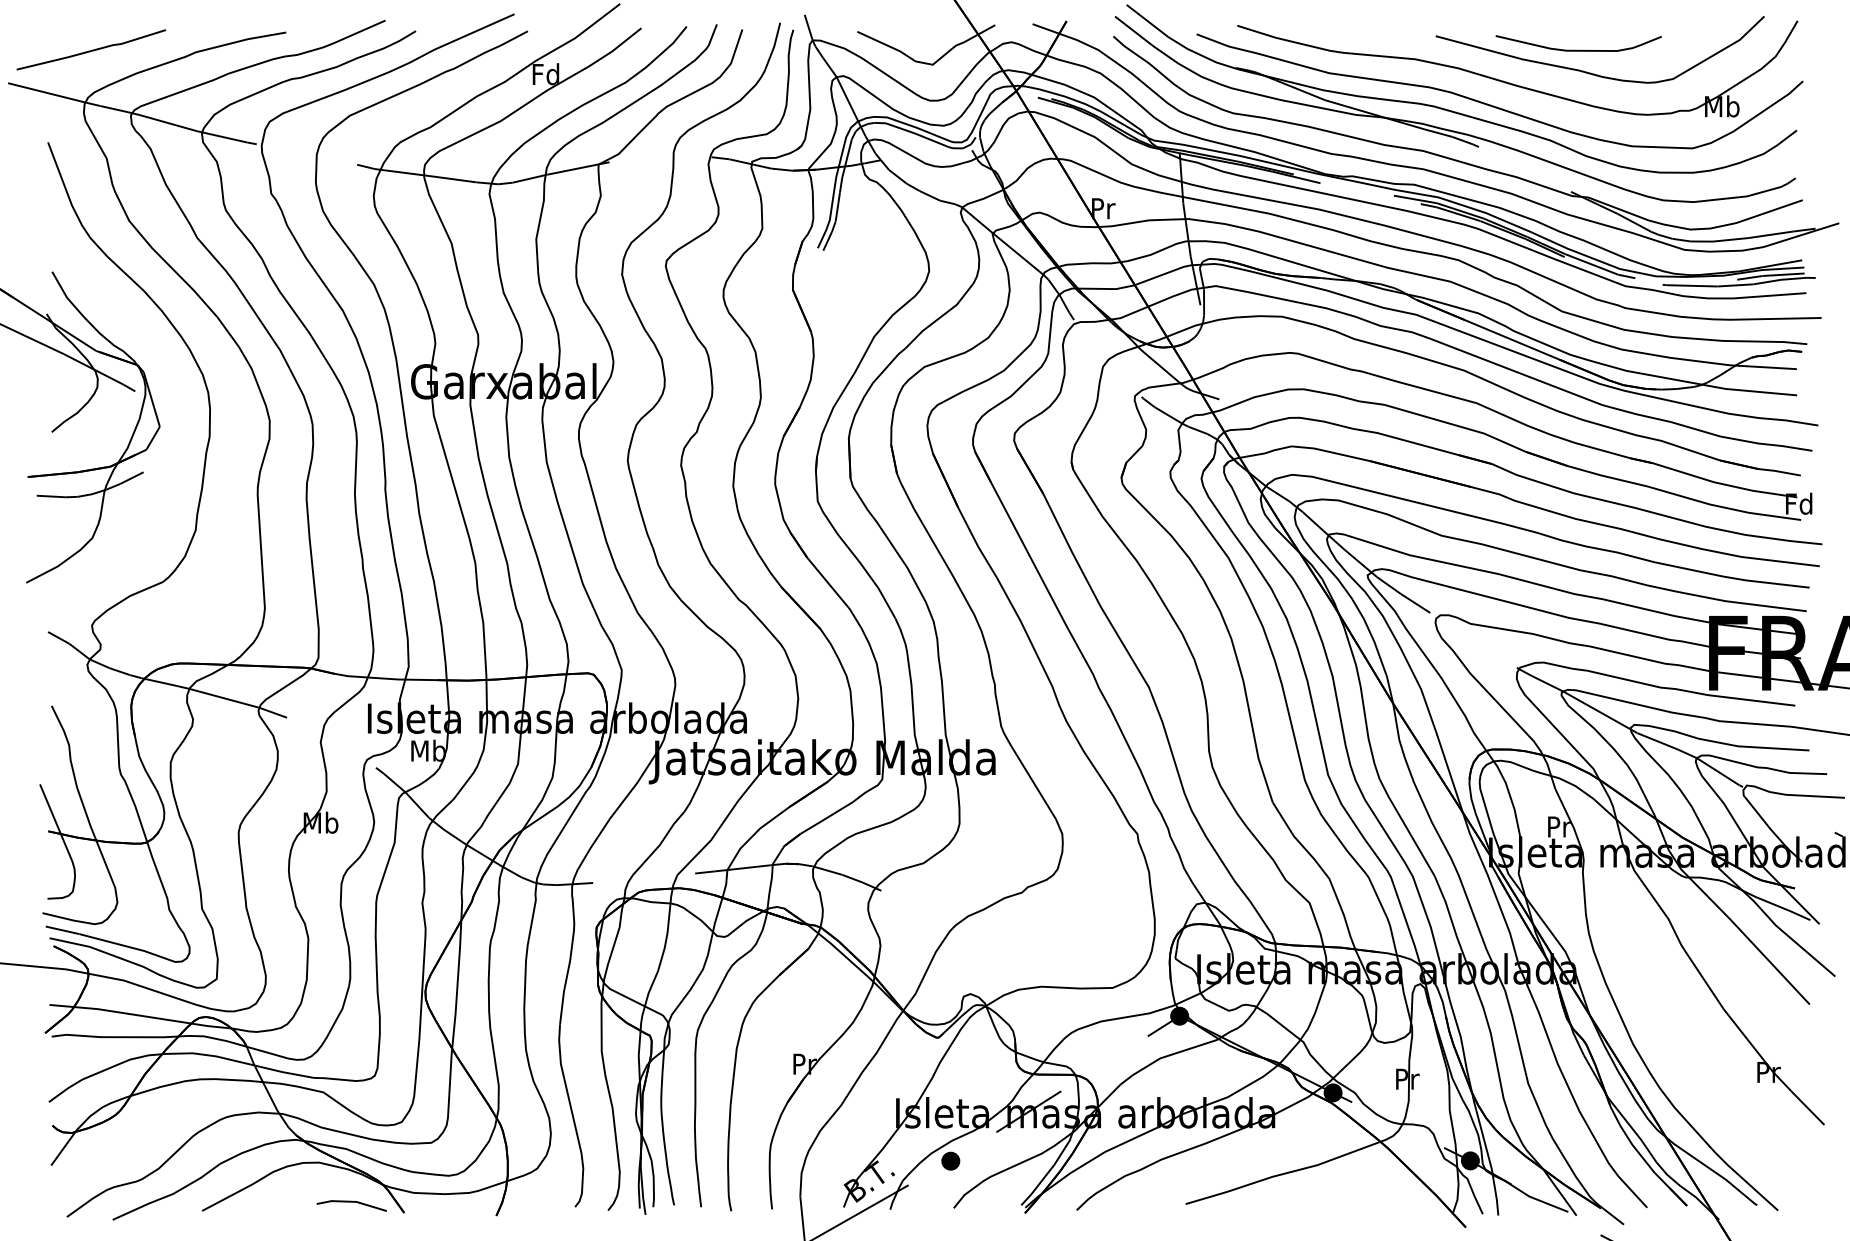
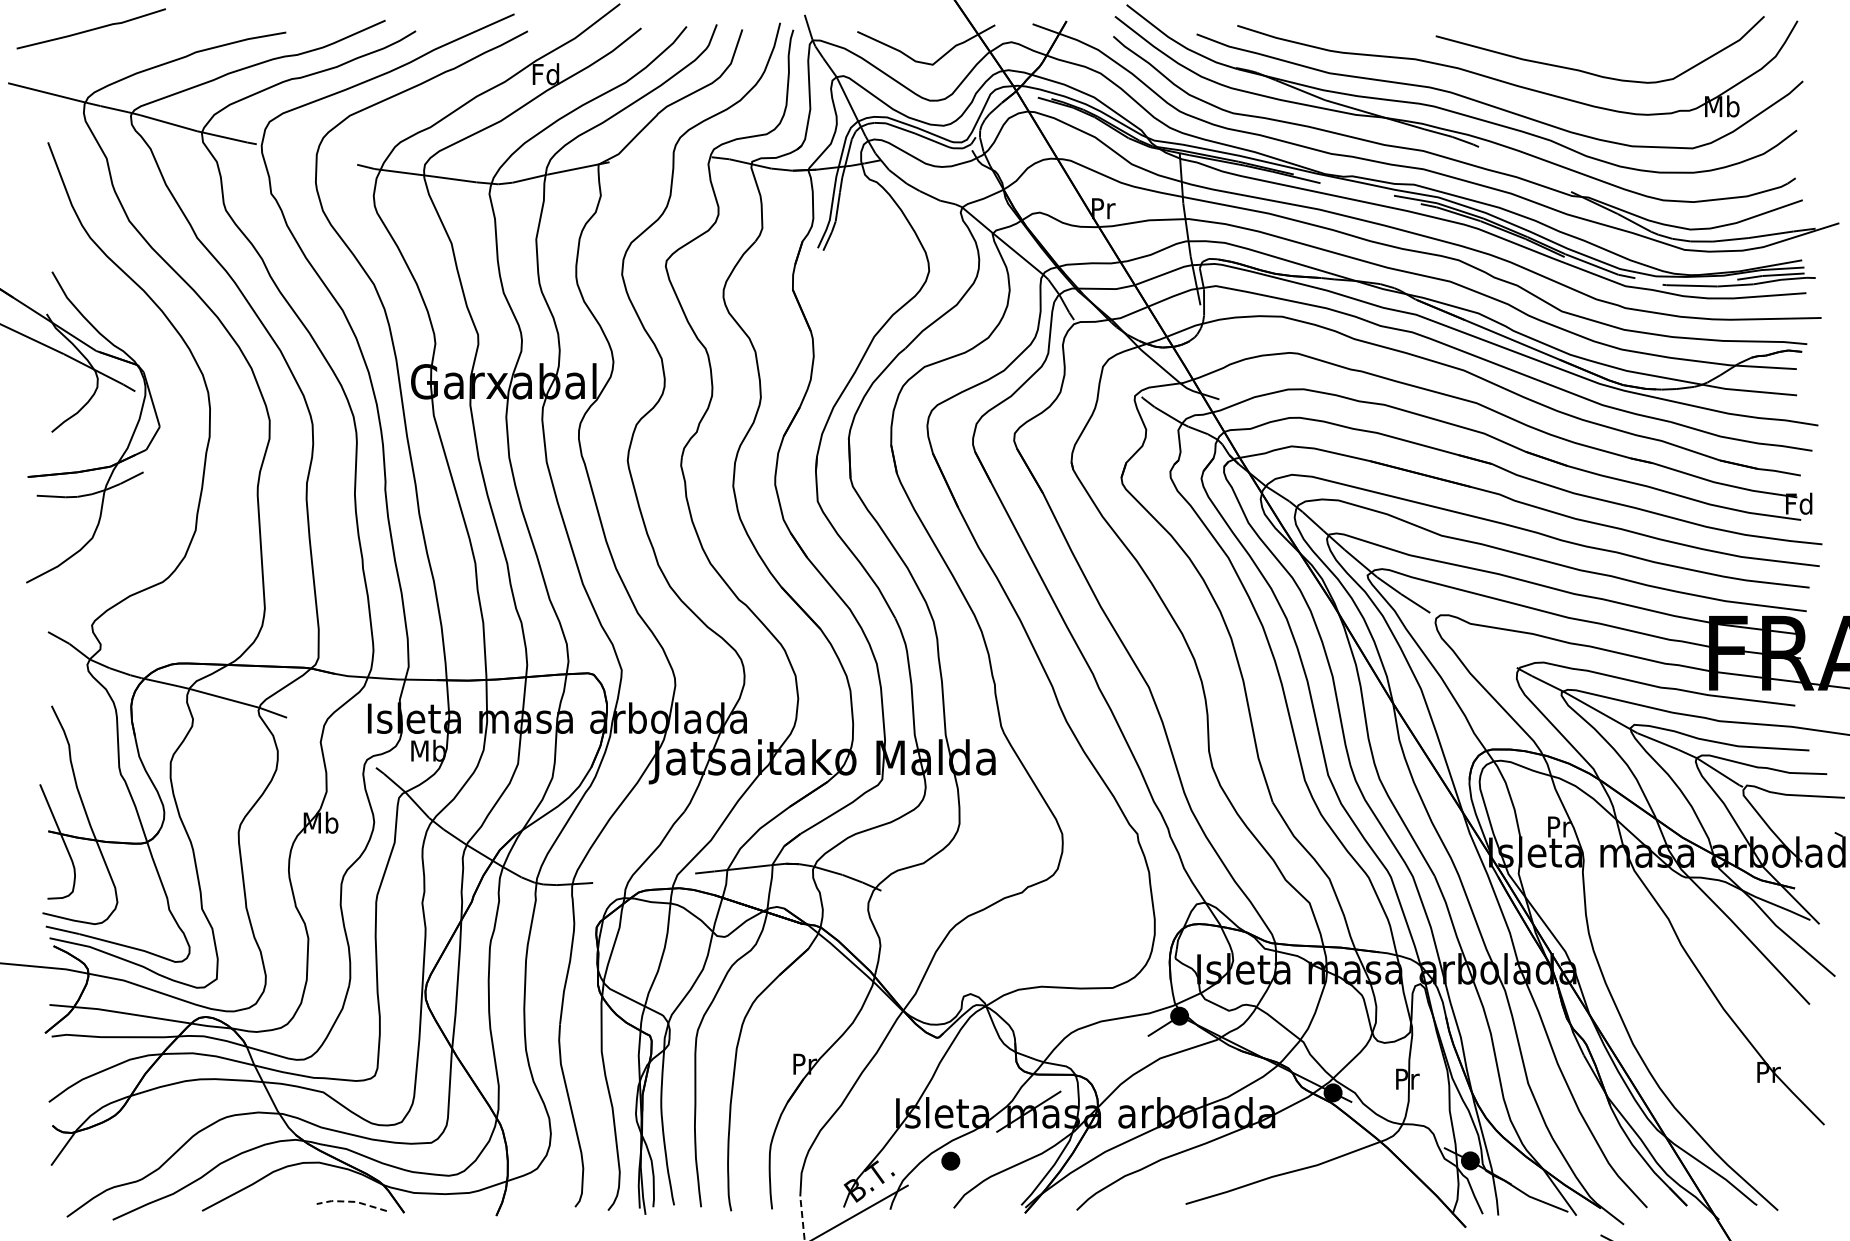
curve at (1578, 49): present -> none
line at (90, 50) position: (90, 50) -> (90, 29)
line at (351, 1201): solid -> dashed
line at (802, 1218): solid -> dashed
